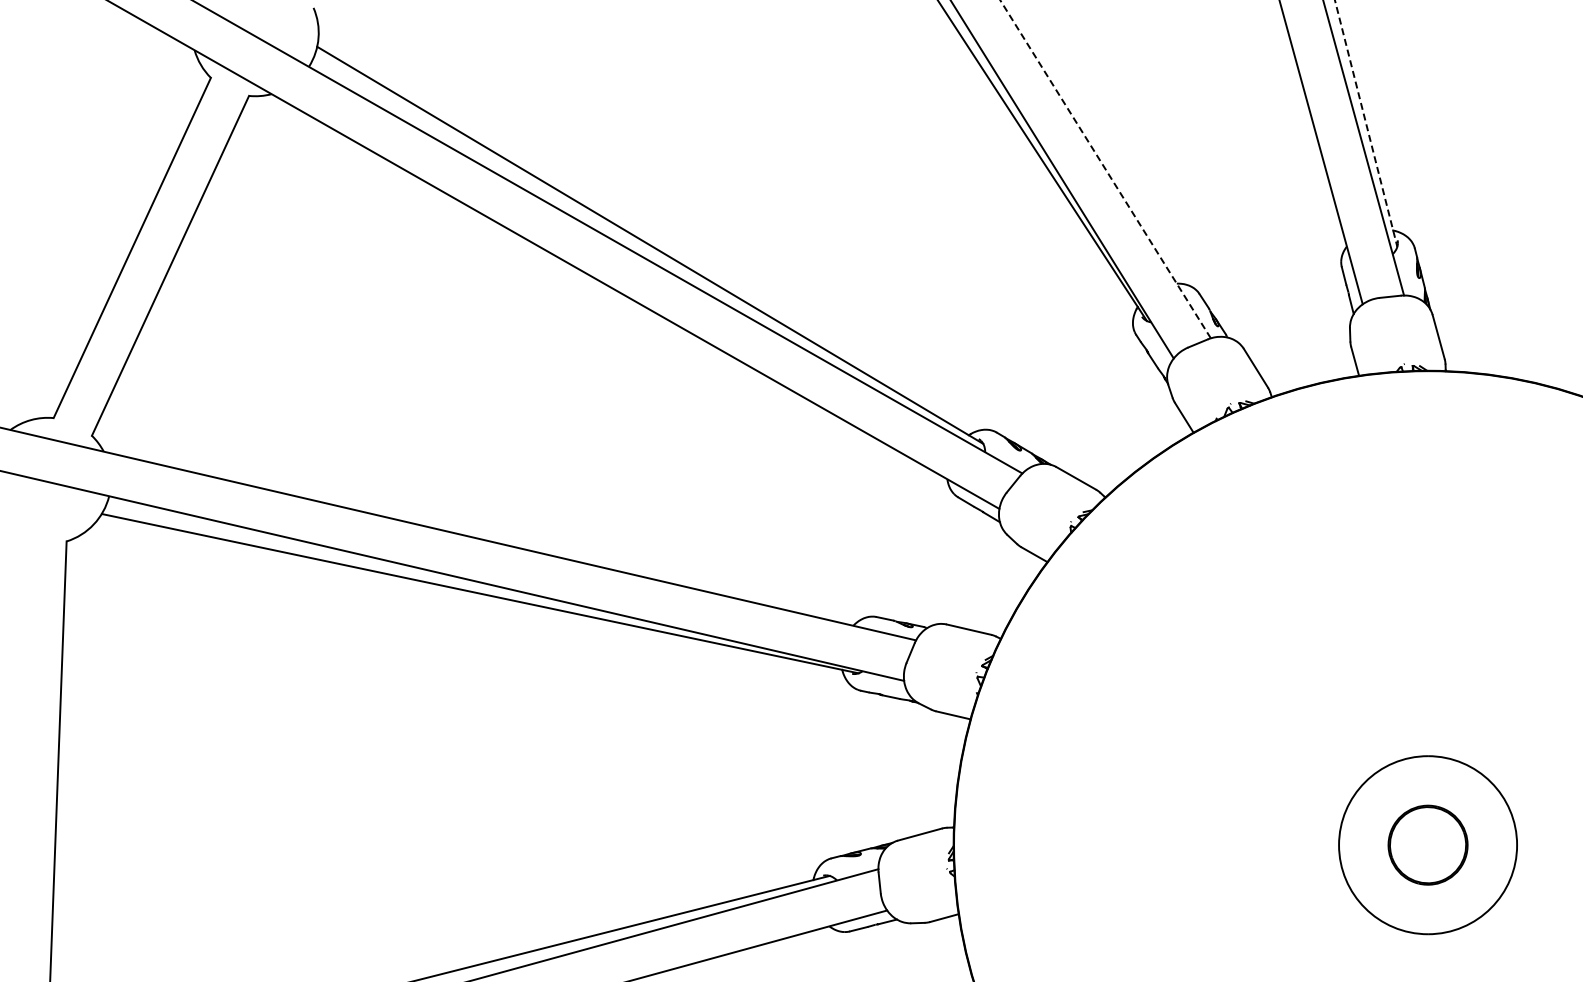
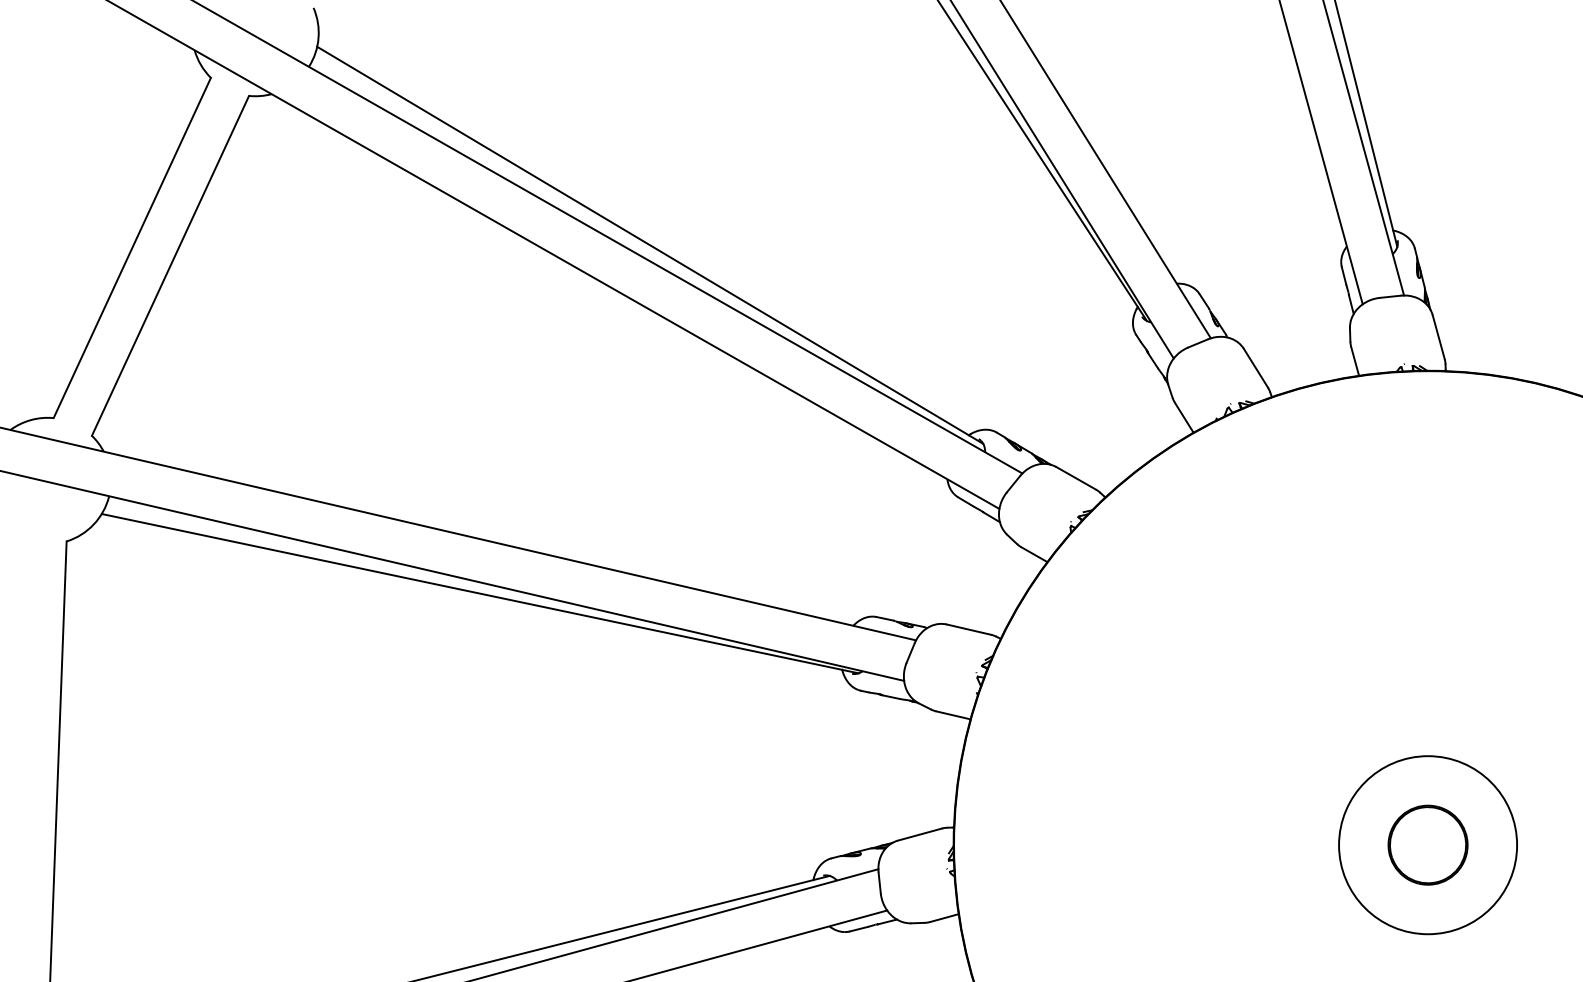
line at (1366, 123): dashed -> solid
line at (1105, 169): dashed -> solid
